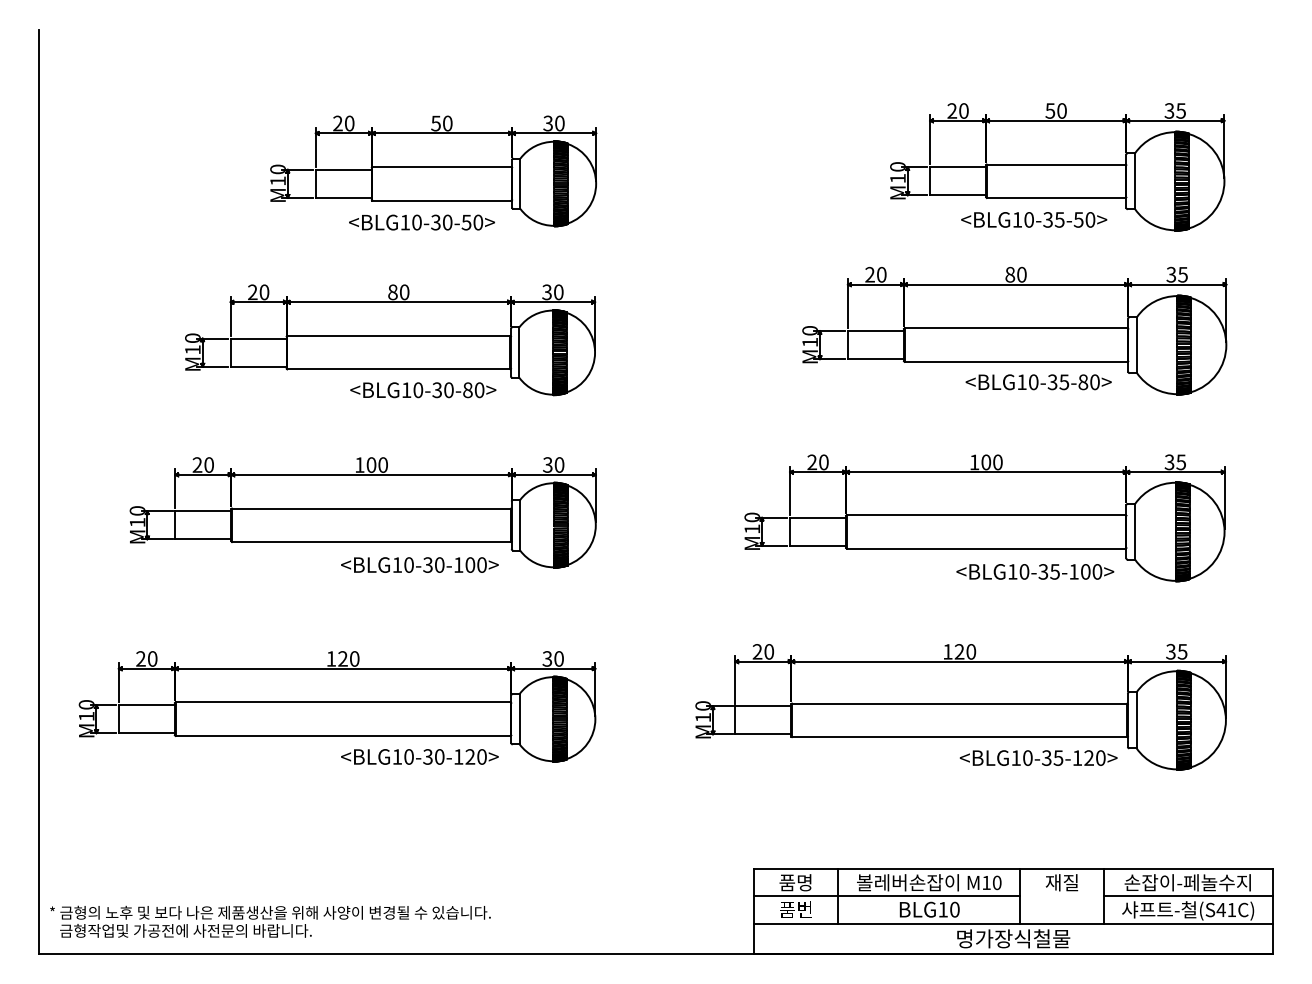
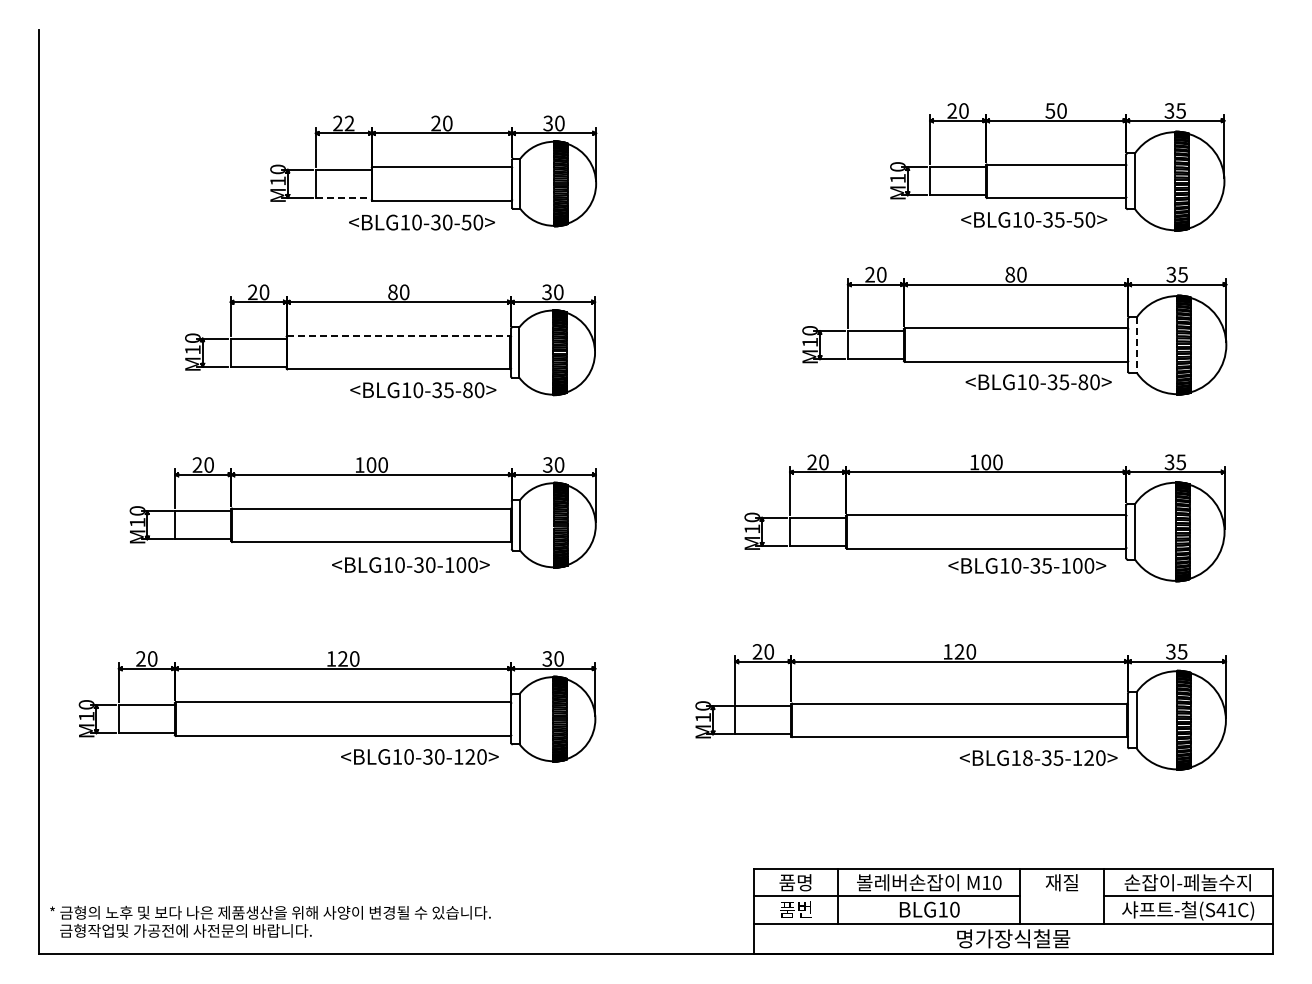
text at (349, 123): 20 -> 22
text at (435, 123): 50 -> 20
line at (344, 197): solid -> dashed
line at (398, 335): solid -> dashed
line at (1137, 345): solid -> dashed
text at (448, 390): <BLG10-30-80> -> <BLG10-35-80>
text at (419, 564) position: (419, 564) -> (410, 564)
text at (1035, 571) position: (1035, 571) -> (1027, 565)
text at (1027, 757): <BLG10-35-120> -> <BLG18-35-120>
